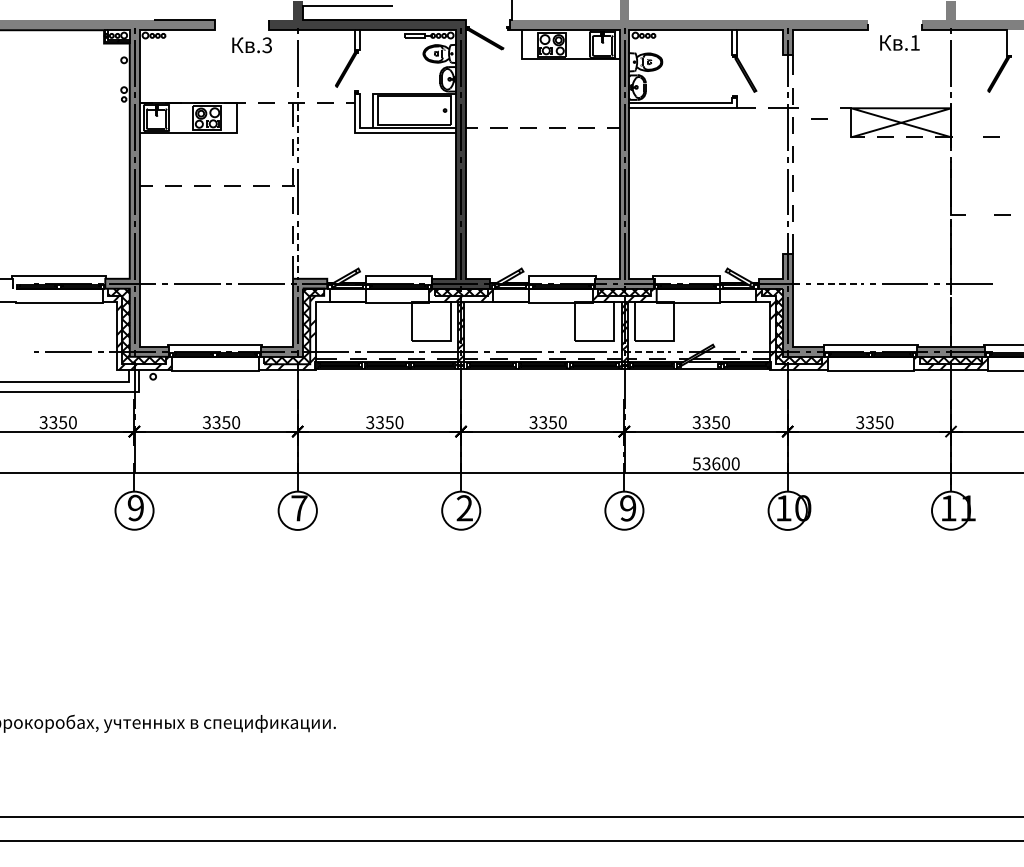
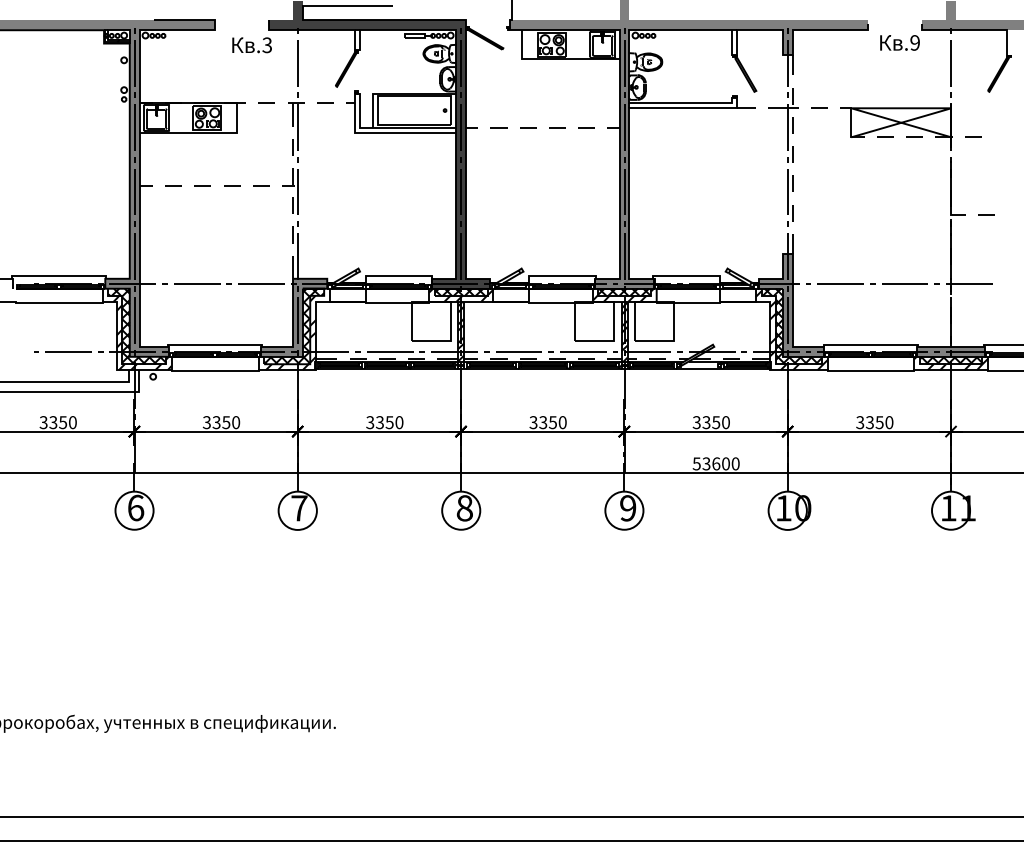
text at (914, 42): .1 -> .9
line at (819, 118) position: (819, 118) -> (819, 107)
line at (297, 128): dashed -> solid
line at (991, 136) position: (991, 136) -> (973, 136)
line at (1002, 214) position: (1002, 214) -> (986, 214)
line at (297, 256): dashed -> solid
line at (841, 283): dashed -> solid
line at (647, 351): dashed -> solid
text at (135, 507): 9 -> 6
text at (464, 508): 2 -> 8
